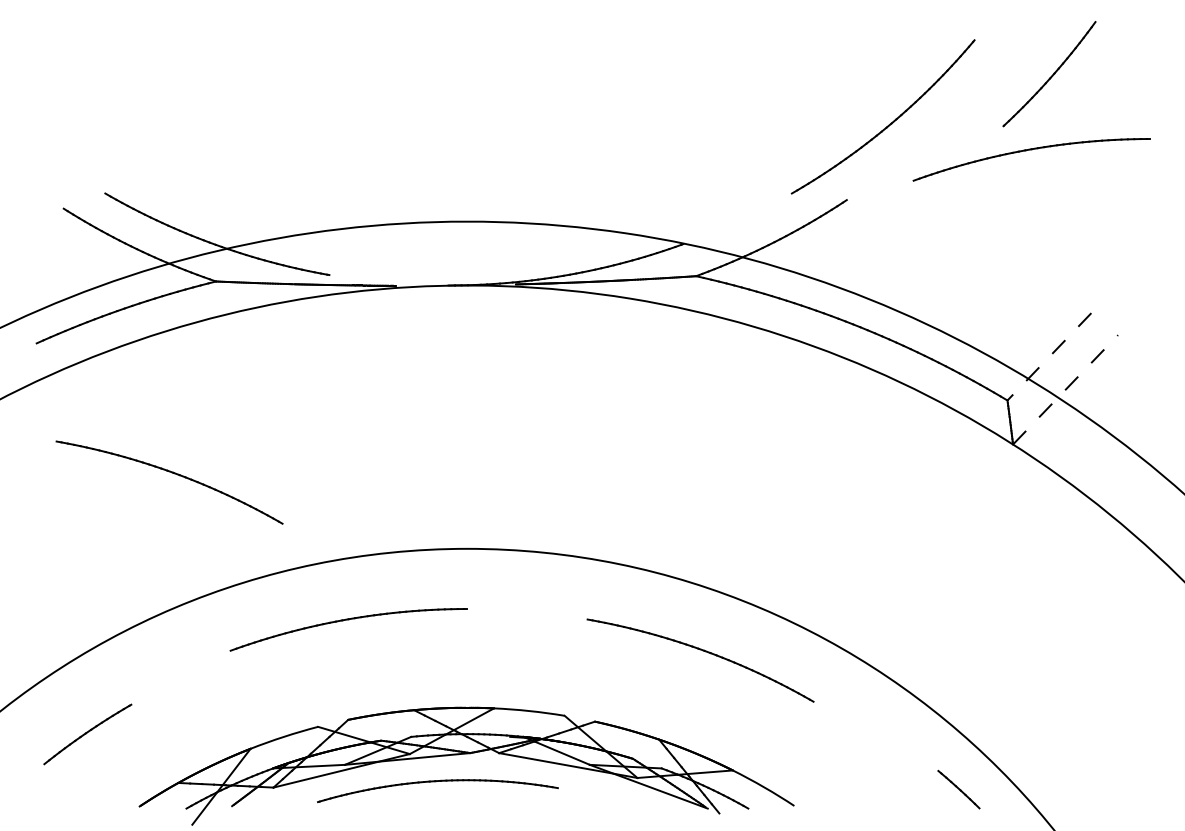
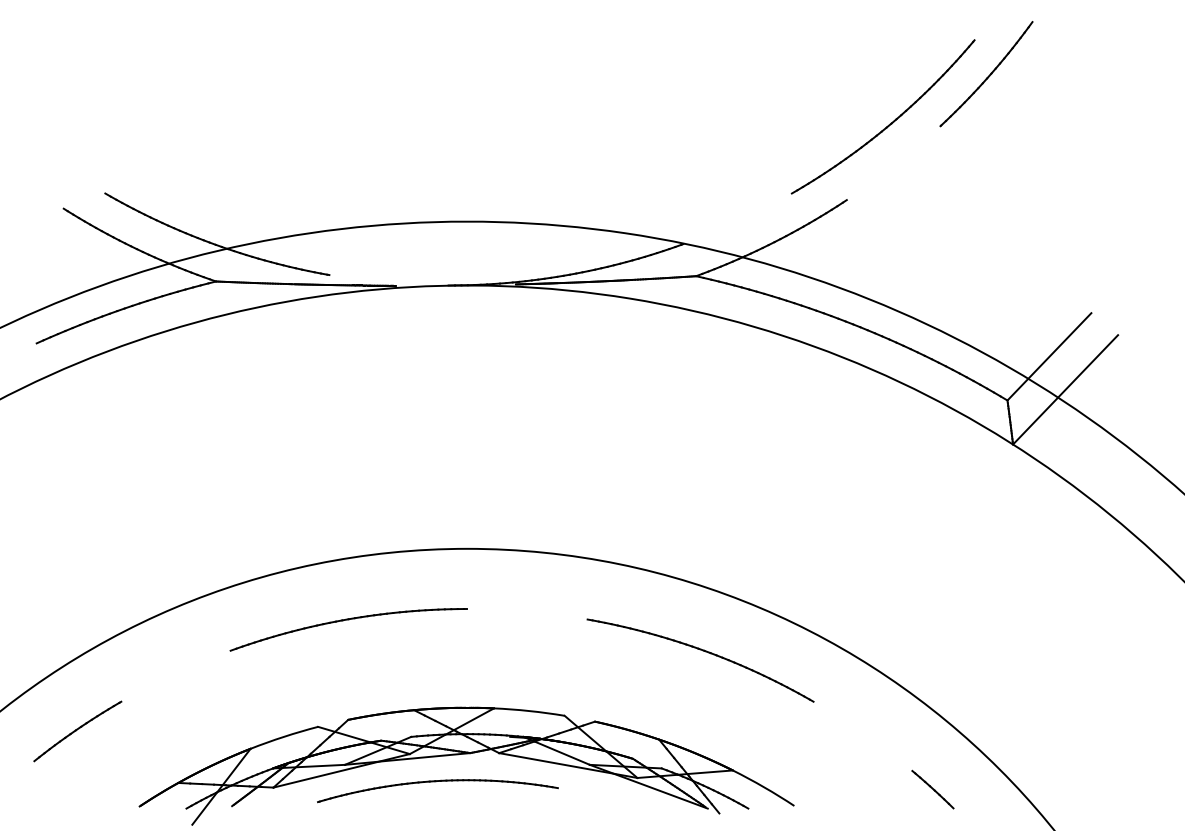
part at (1049, 74) position: (1049, 74) -> (986, 74)
part at (1031, 150): present -> none
line at (1049, 356): dashed -> solid
line at (1065, 389): dashed -> solid
part at (171, 473): present -> none
part at (87, 734) position: (87, 734) -> (77, 731)
line at (958, 789) position: (958, 789) -> (932, 789)
